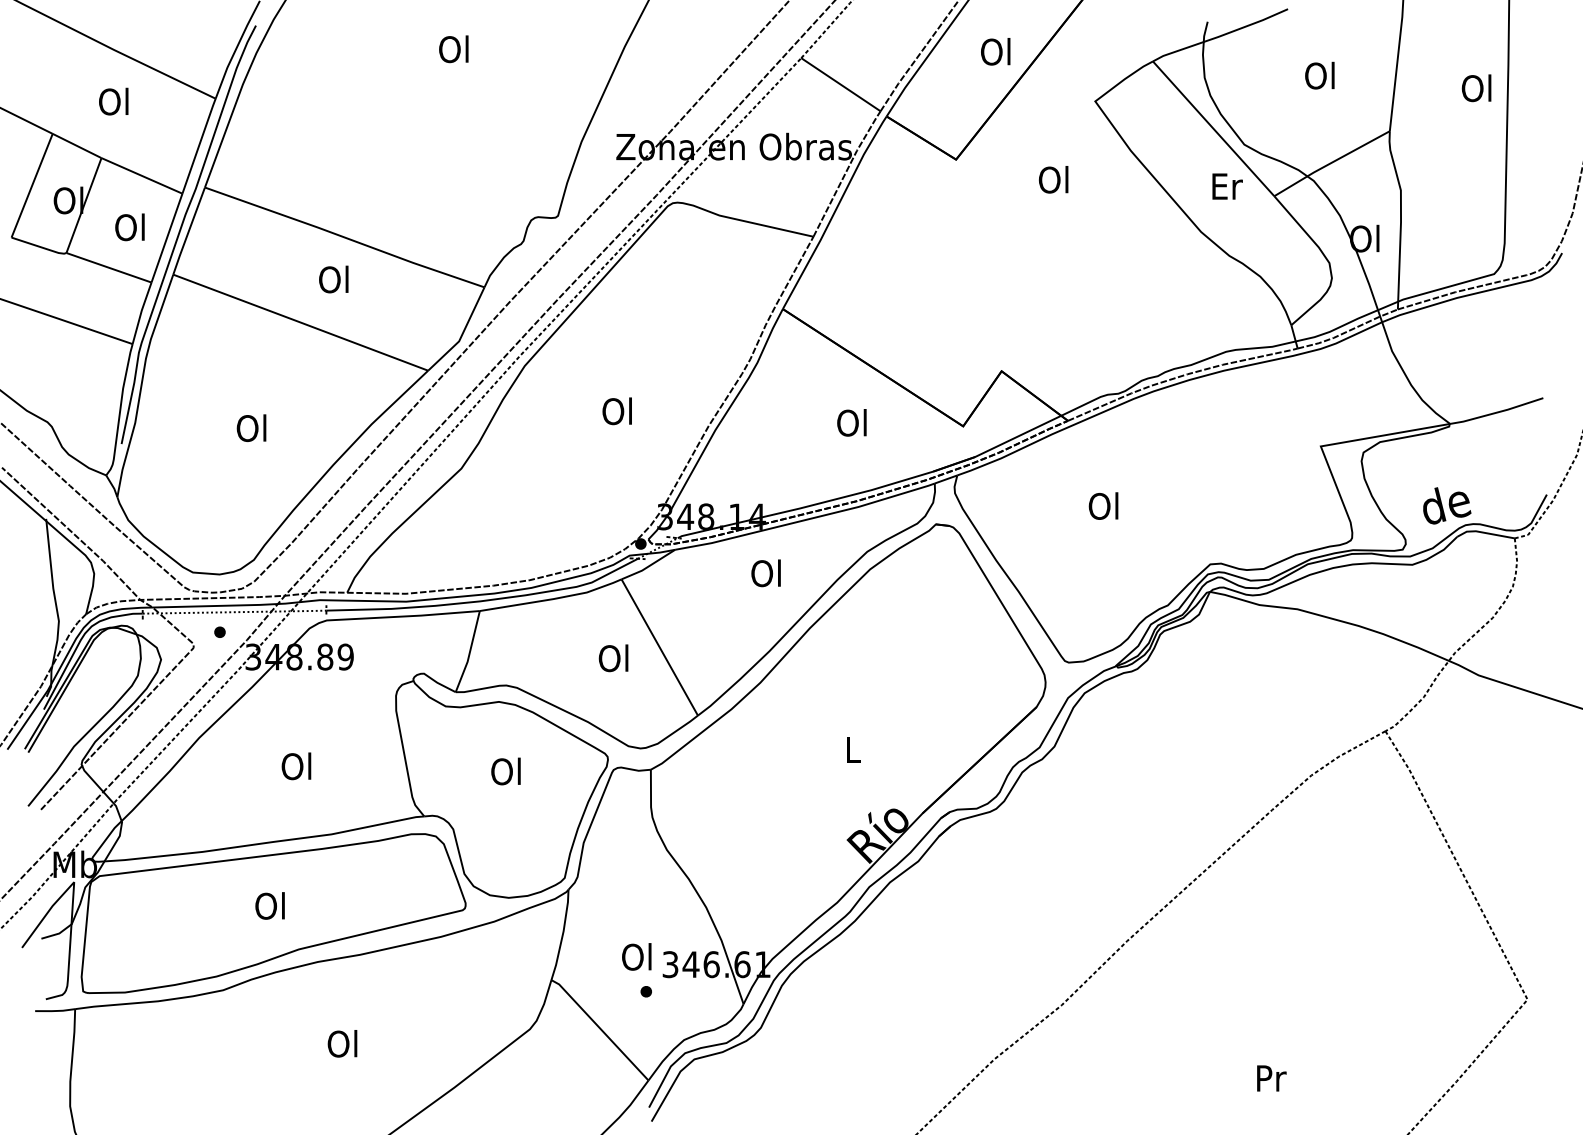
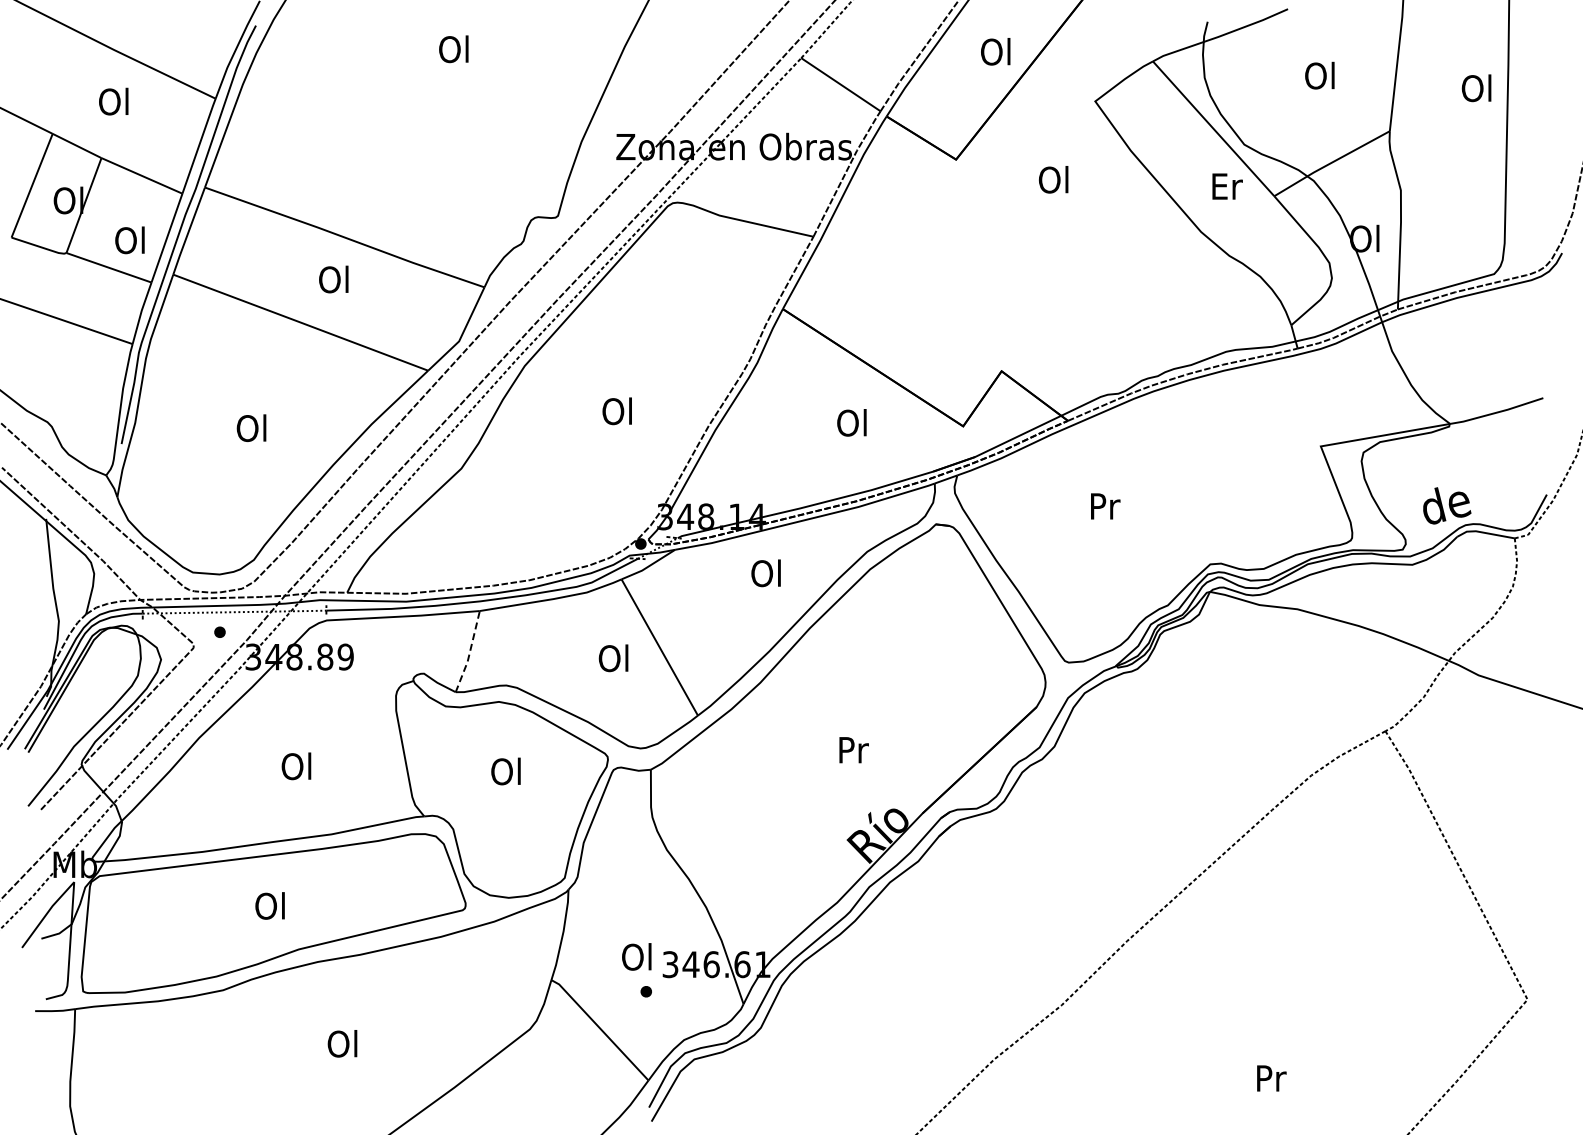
text at (129, 227) position: (129, 227) -> (129, 240)
text at (1104, 505): Ol -> Pr
line at (469, 652): solid -> dashed
text at (853, 750): L -> Pr
